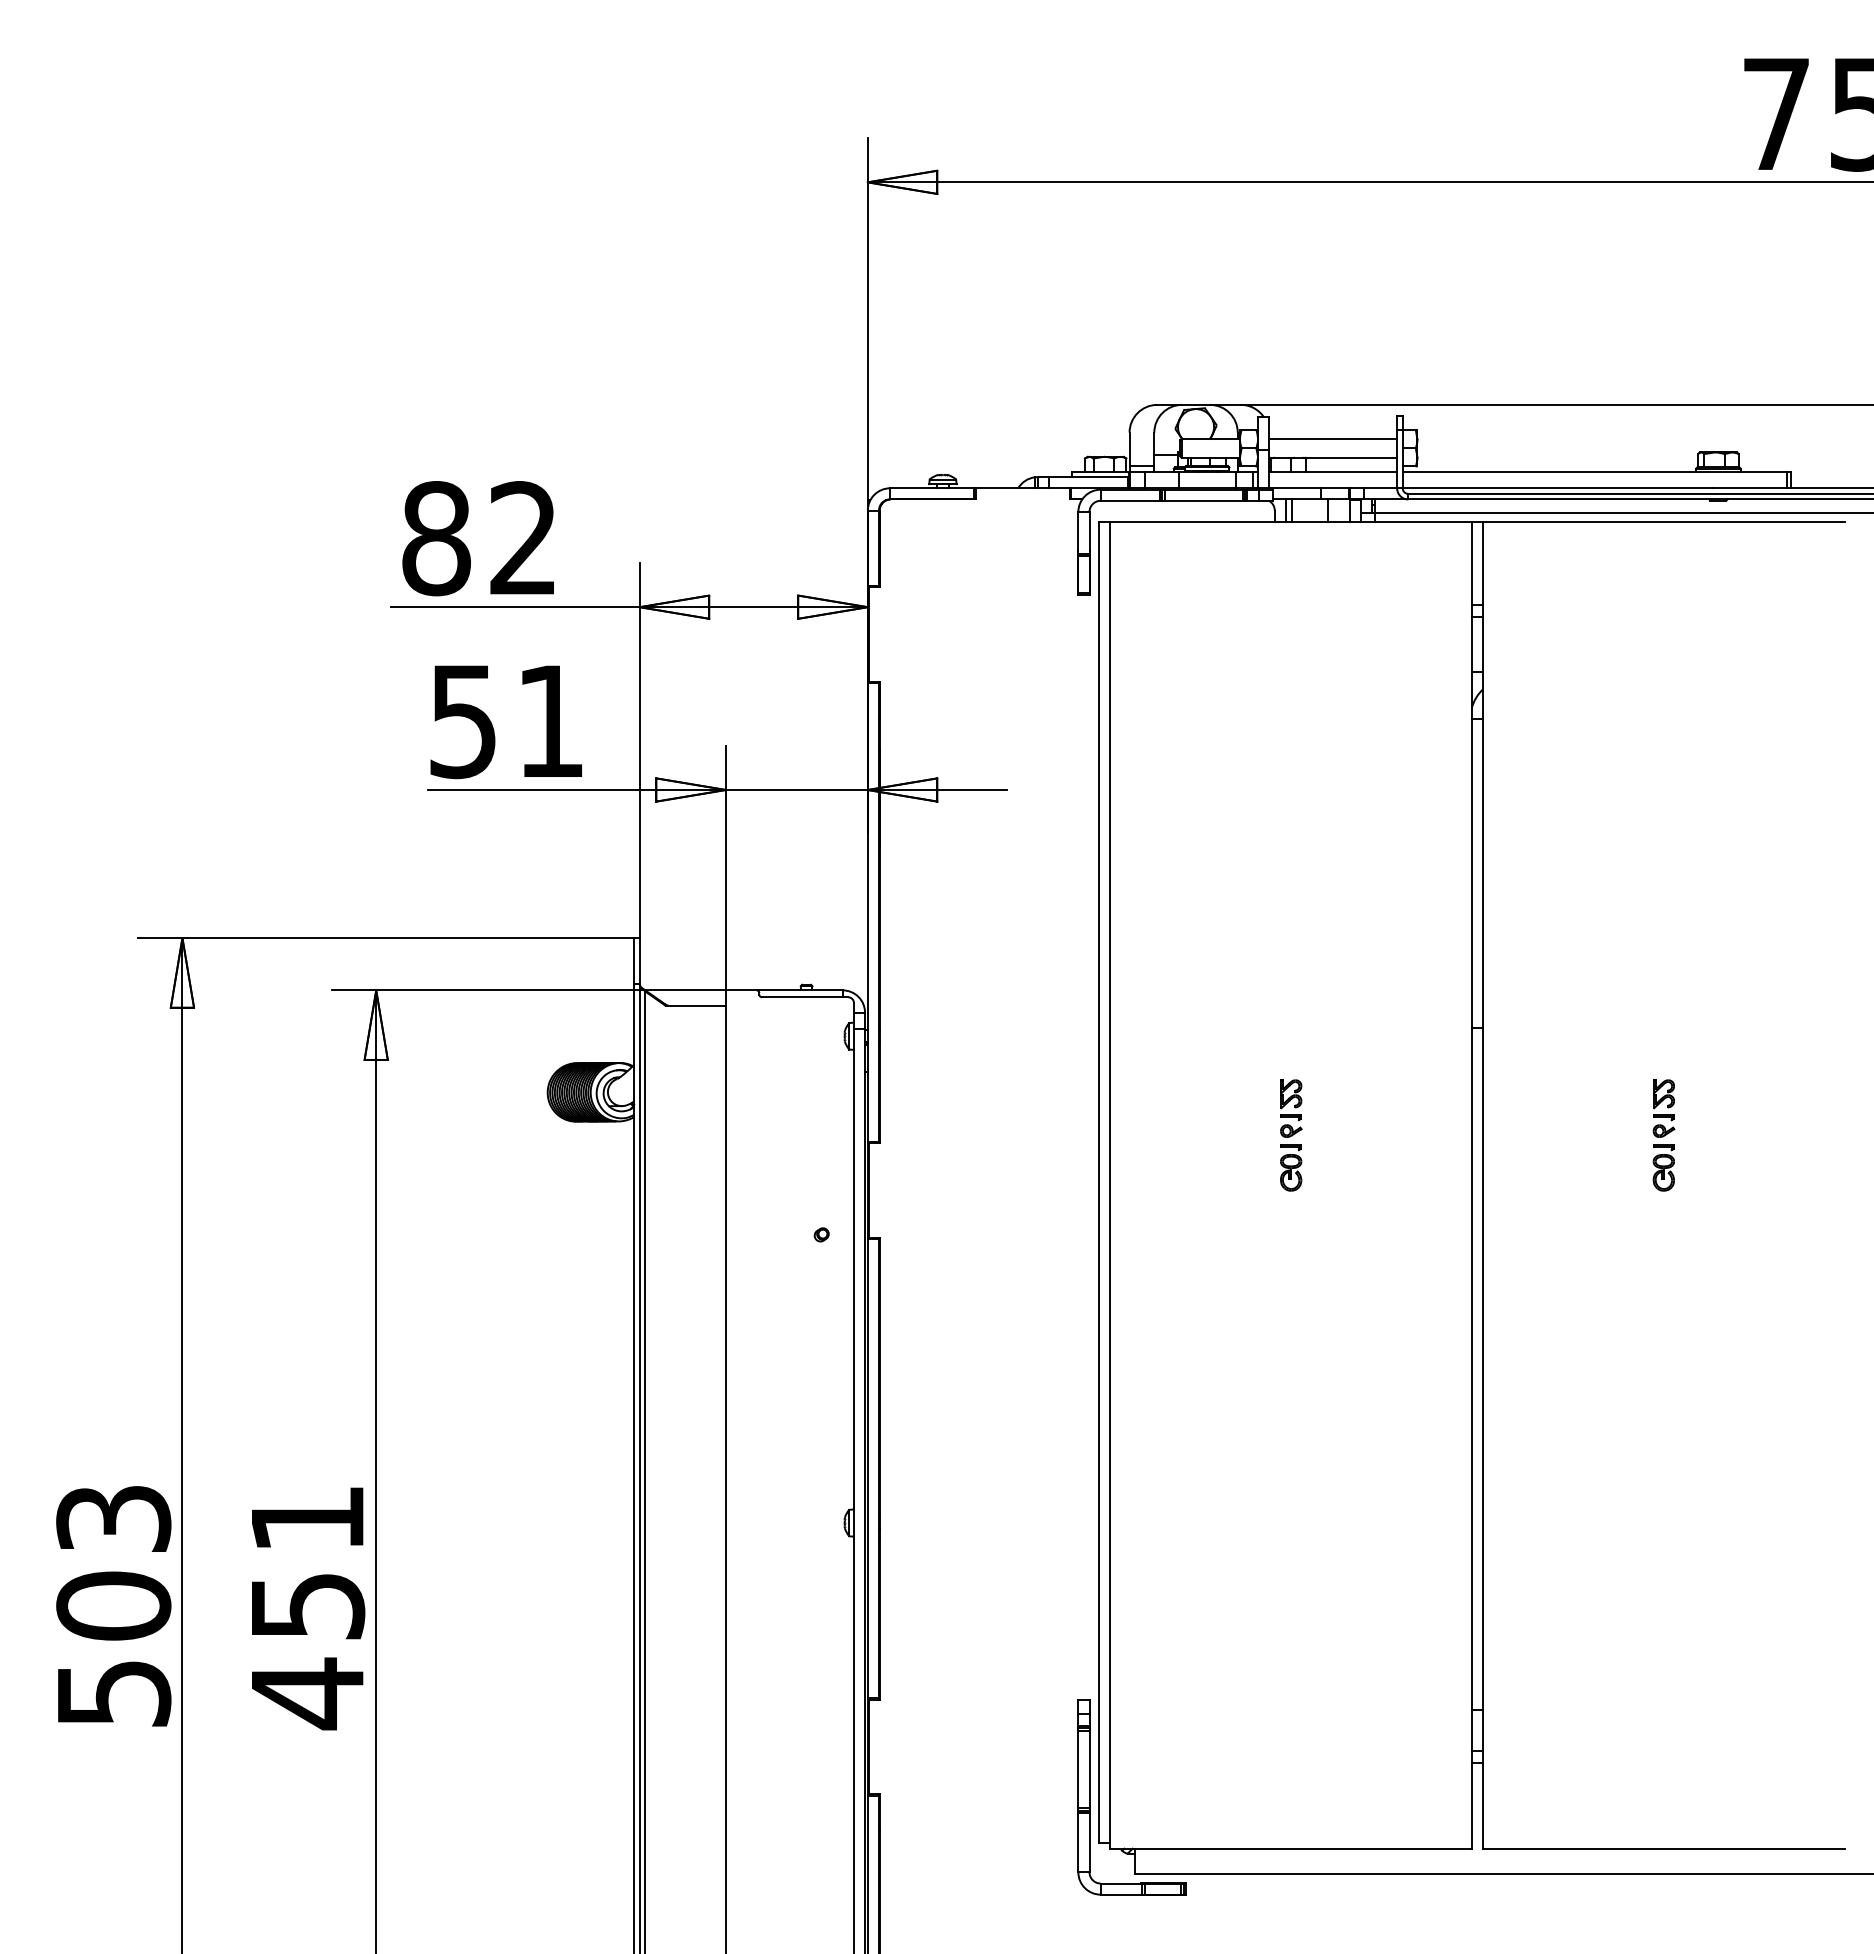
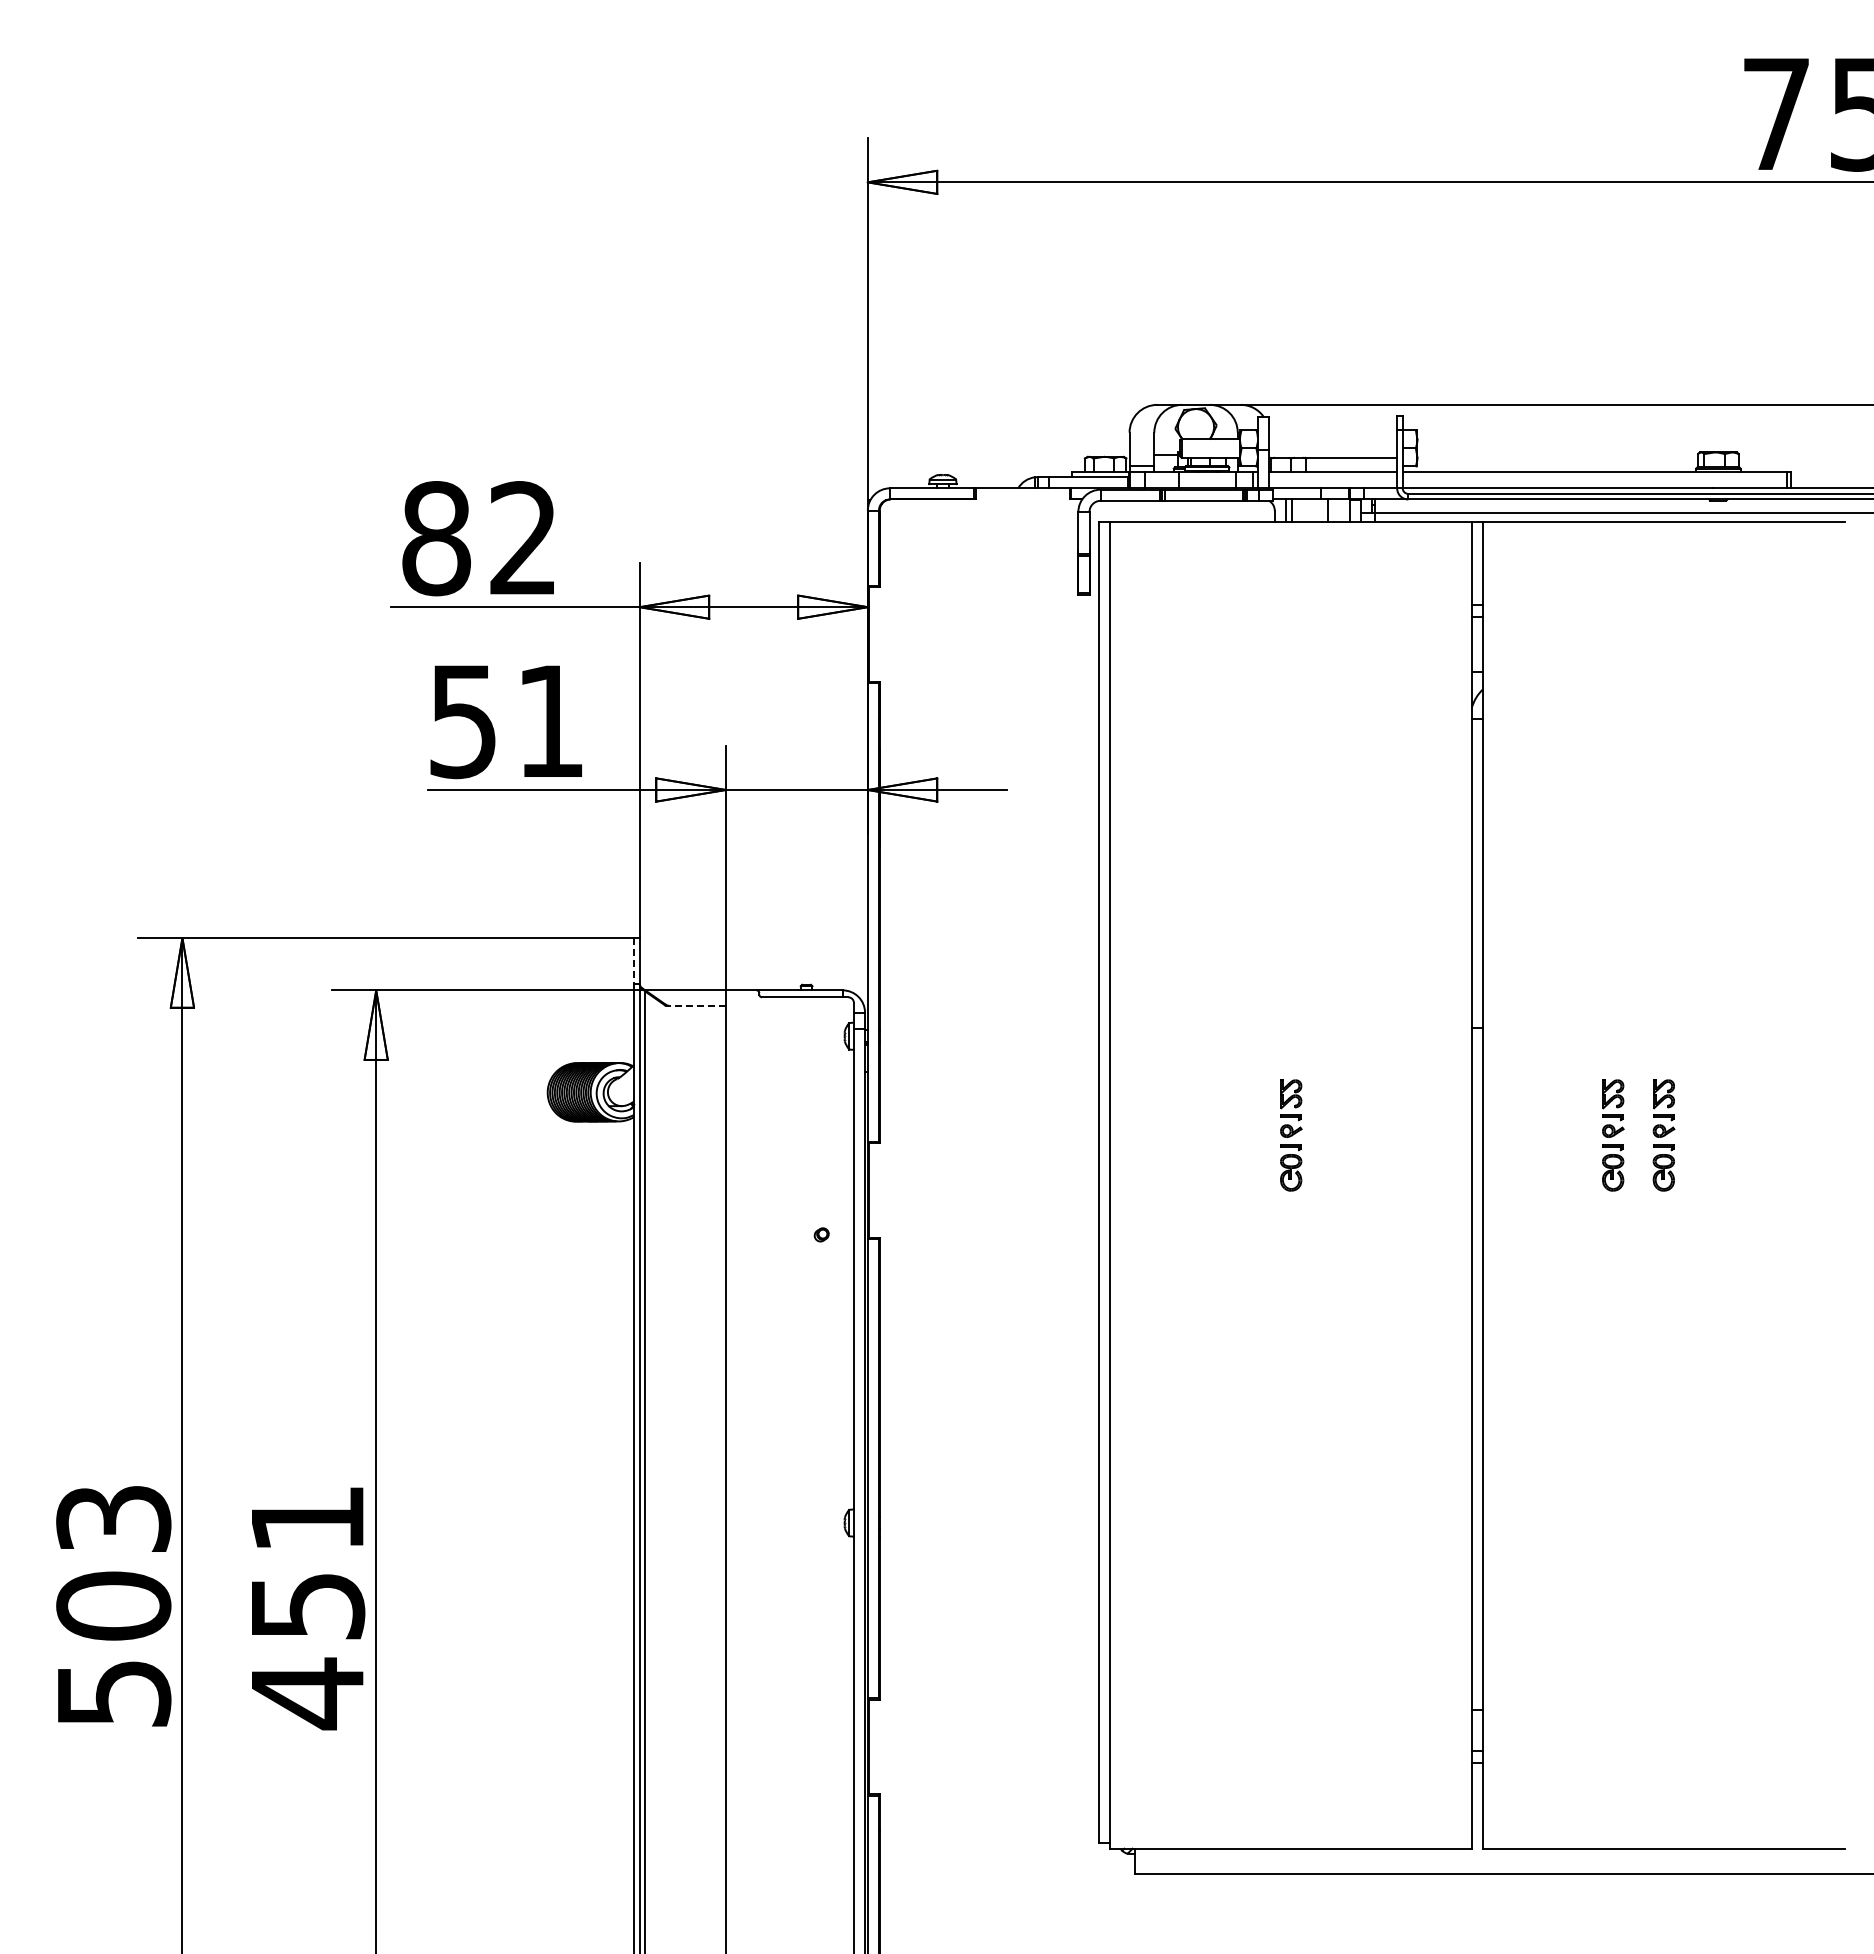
line at (1332, 438): present -> none
line at (634, 960): solid -> dashed
line at (695, 1005): solid -> dashed
part at (1613, 1135): none -> present
part at (1090, 1797): present -> none
